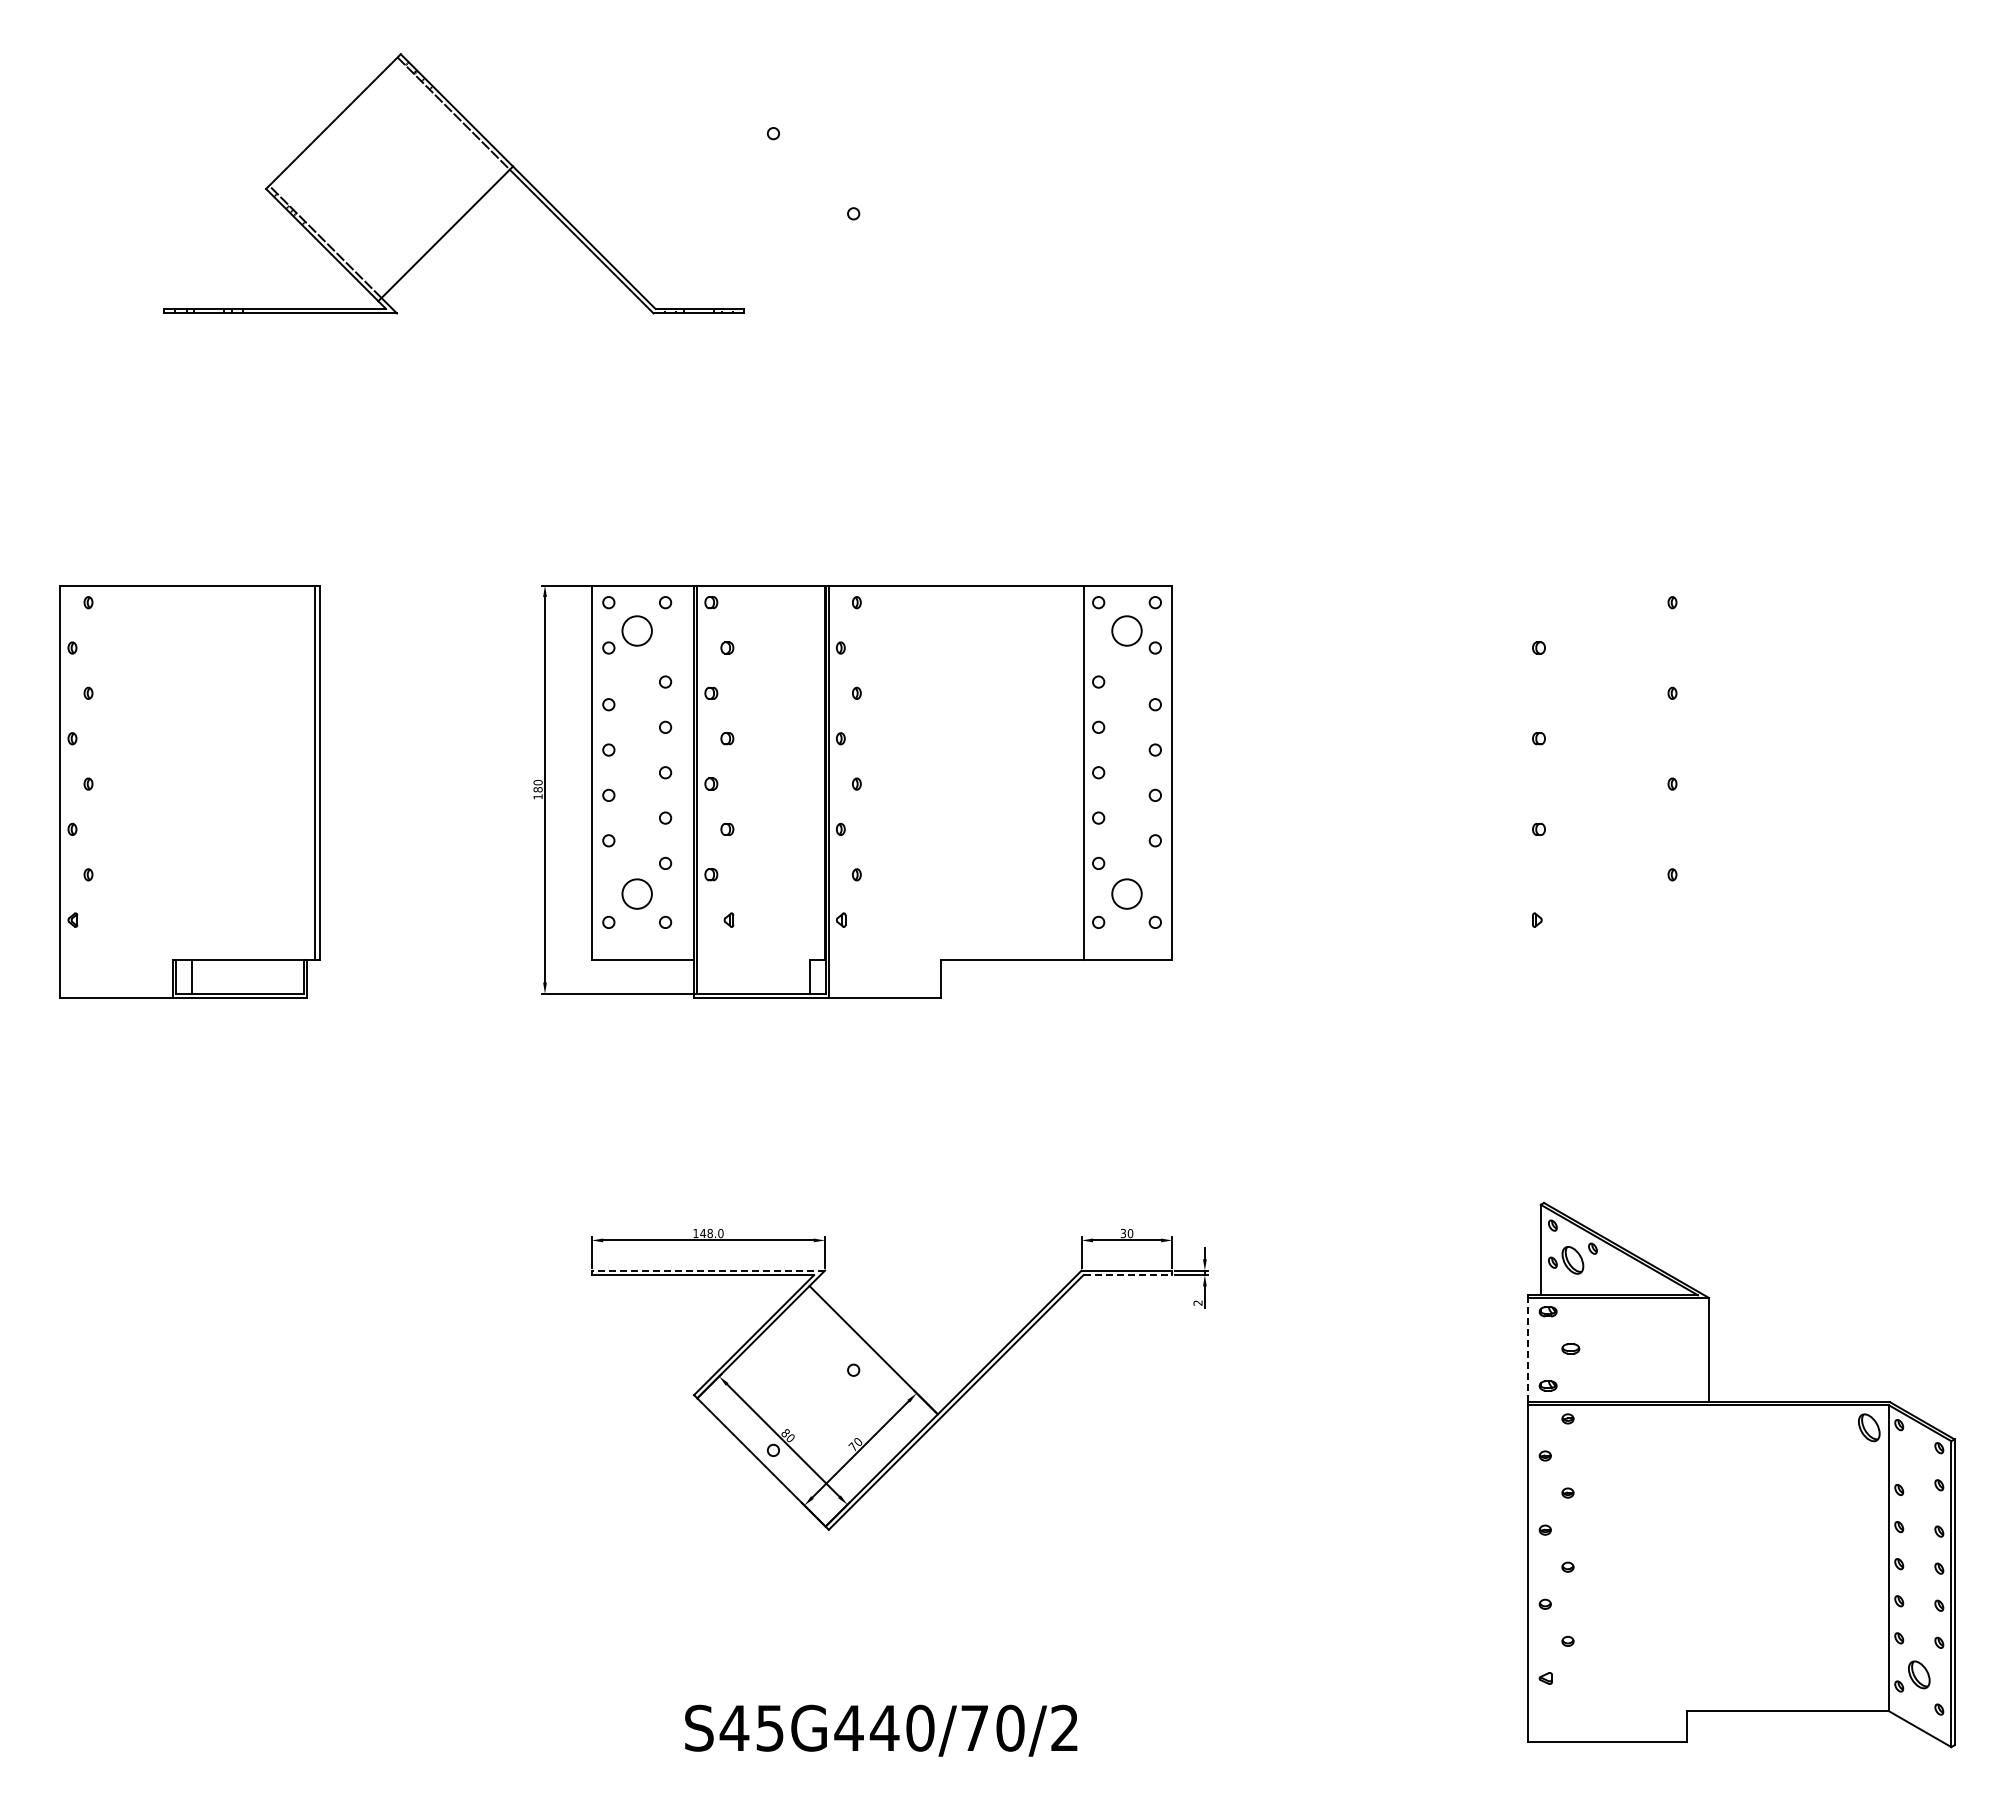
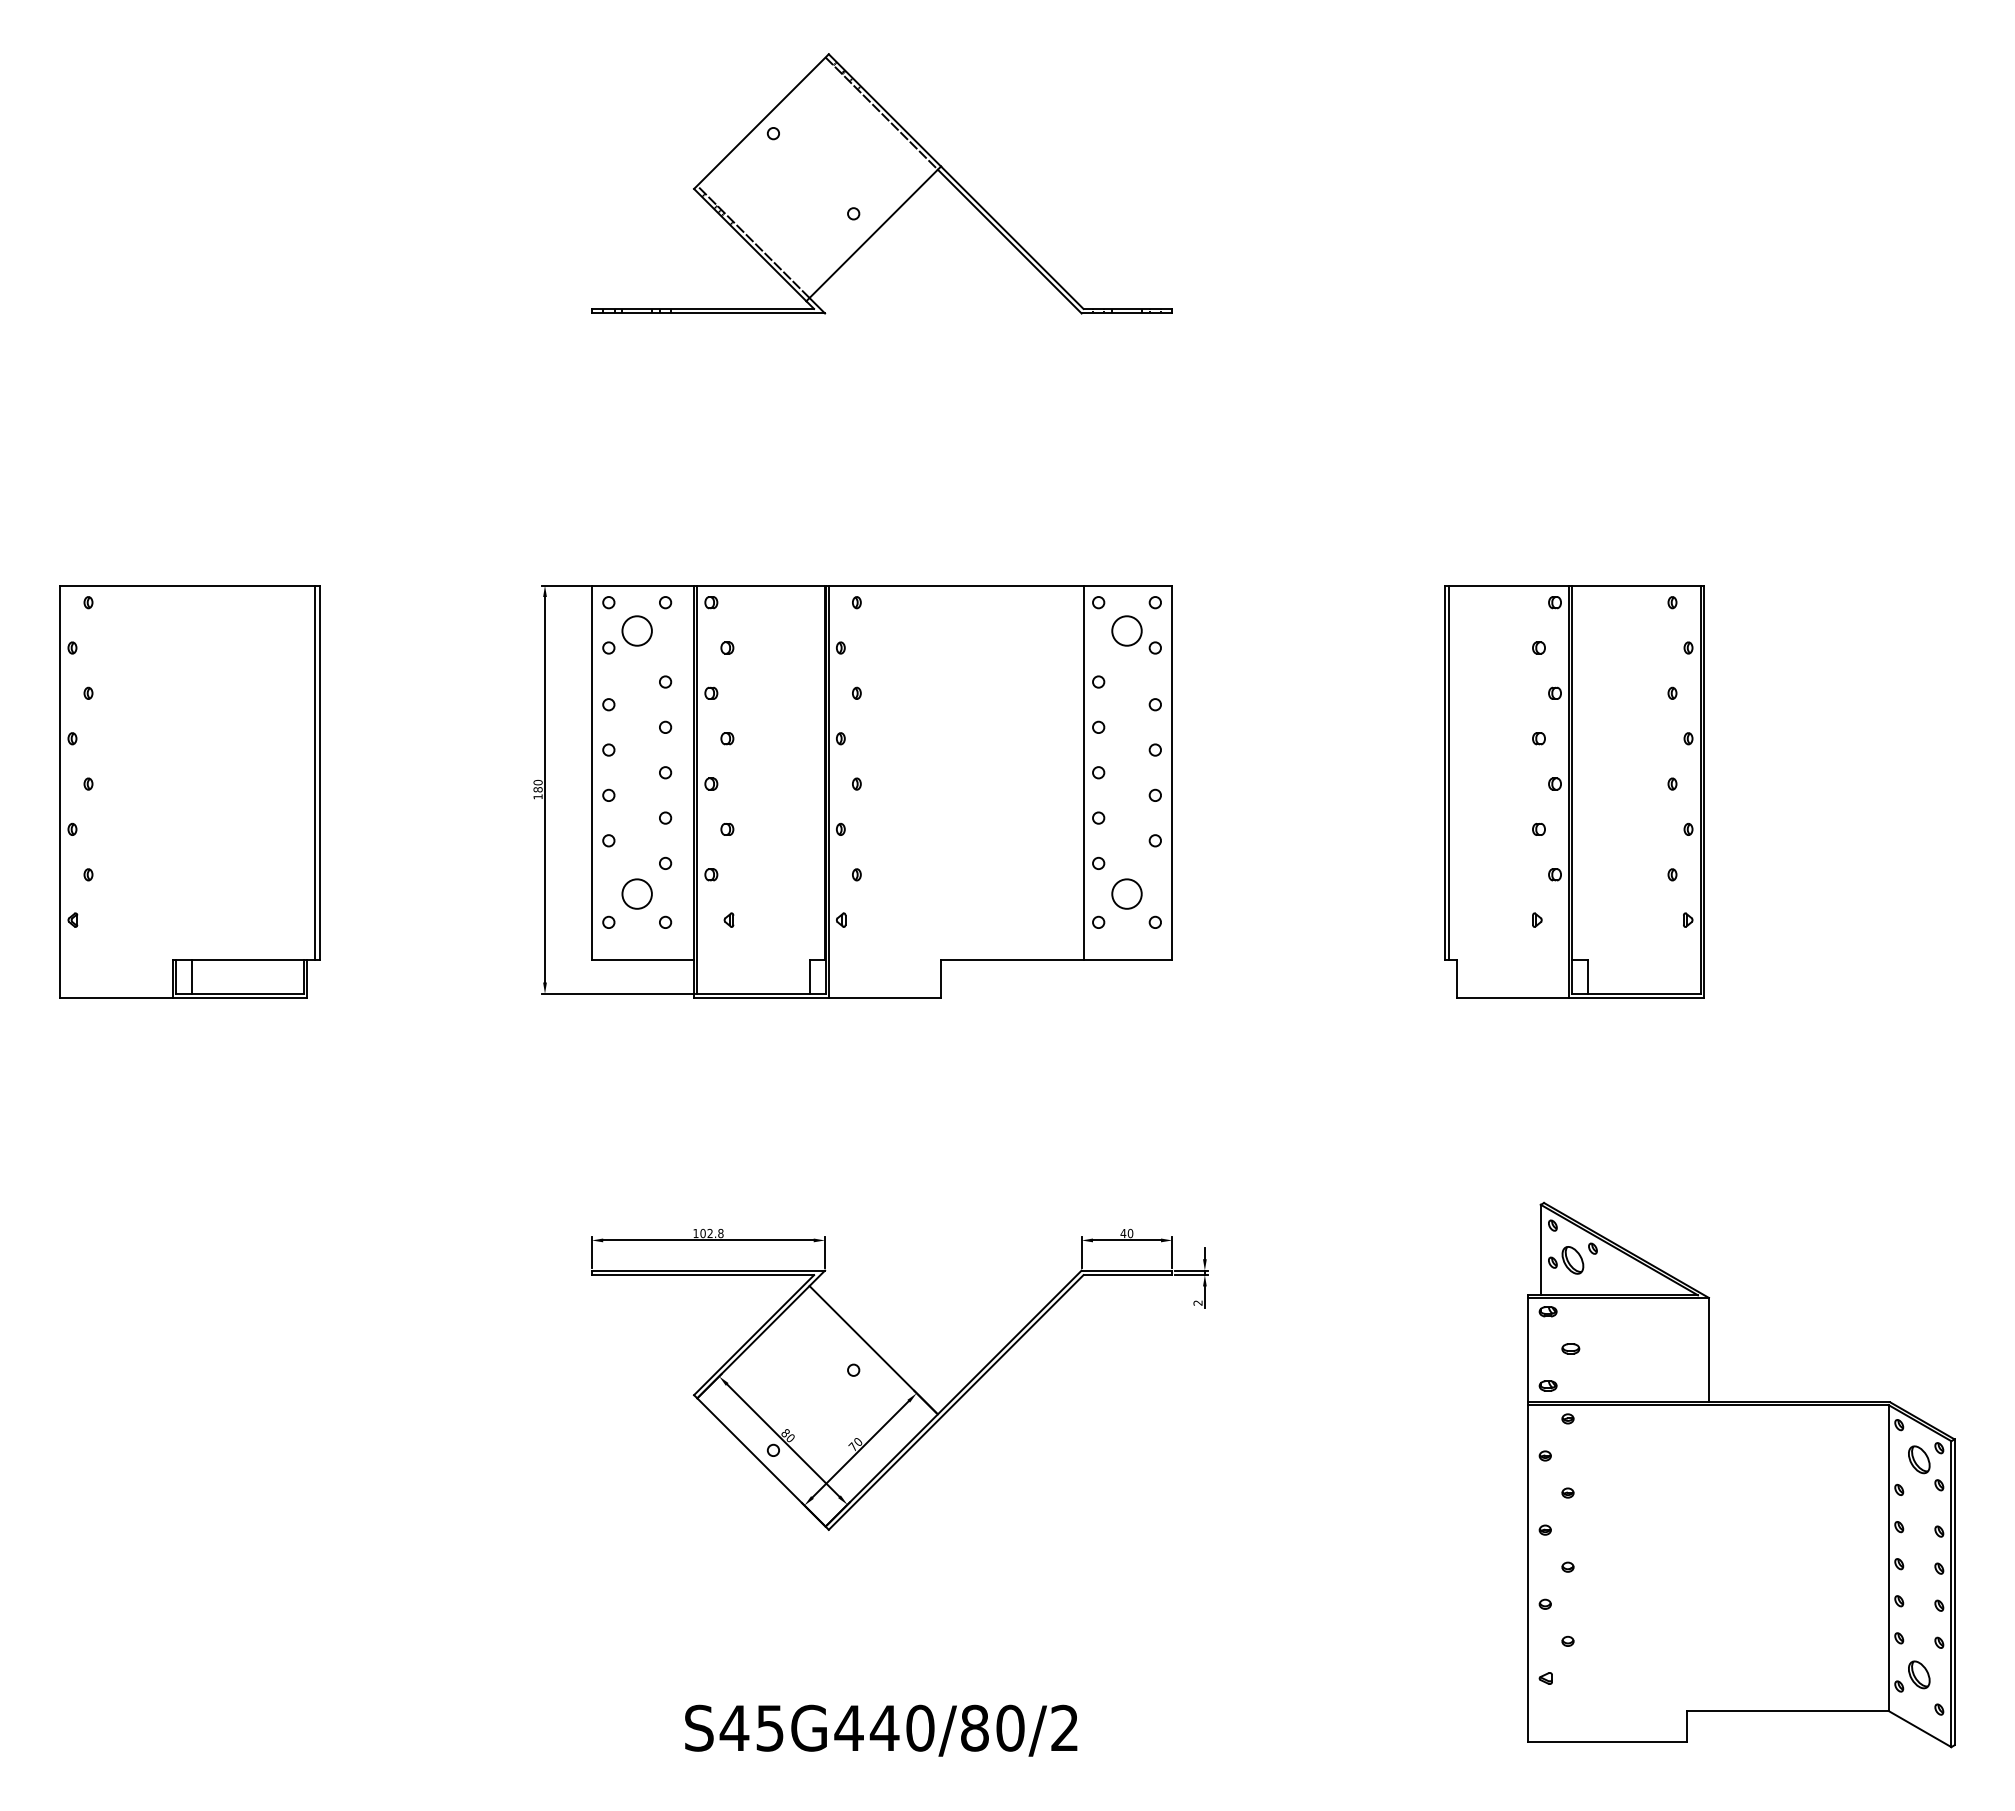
part at (453, 183) position: (453, 183) -> (881, 183)
part at (1574, 791): none -> present
text at (711, 1233): 148.0 -> 102.8
text at (1123, 1233): 30 -> 40
line at (708, 1270): dashed -> solid
line at (1128, 1275): dashed -> solid
line at (1528, 1349): dashed -> solid
part at (1869, 1427) position: (1869, 1427) -> (1919, 1459)
text at (974, 1727): S45G440/70/2 -> S45G440/80/2
